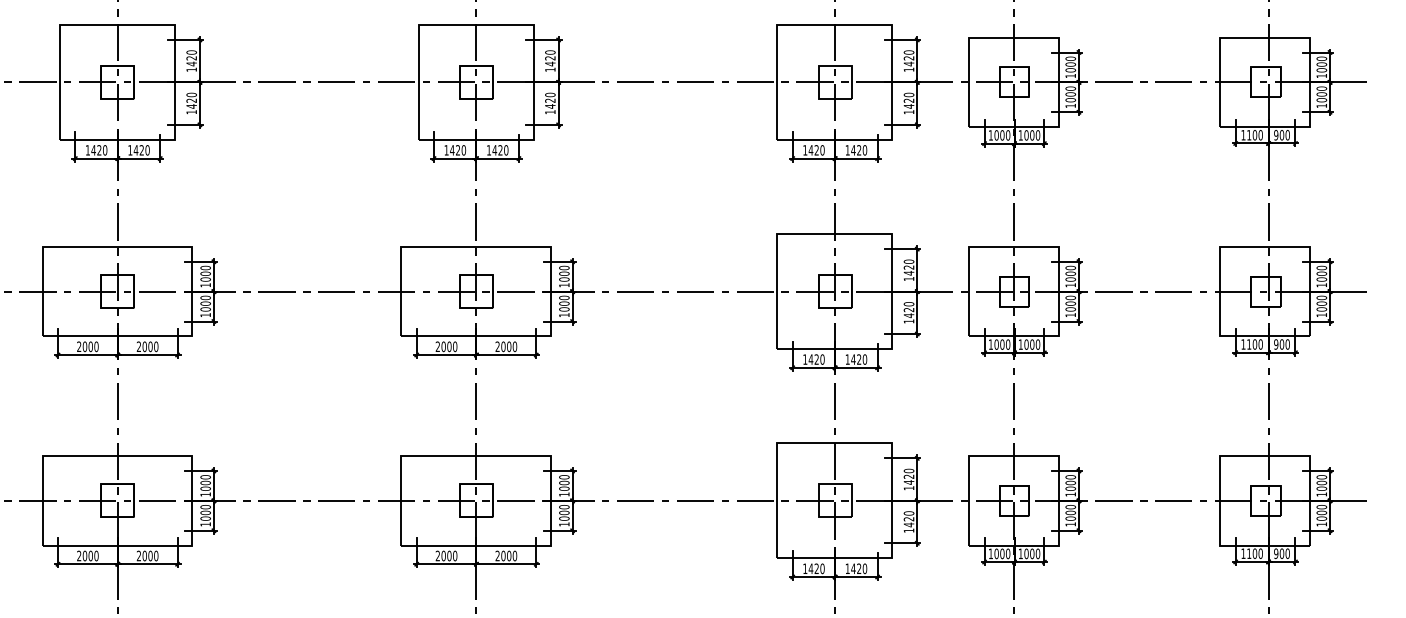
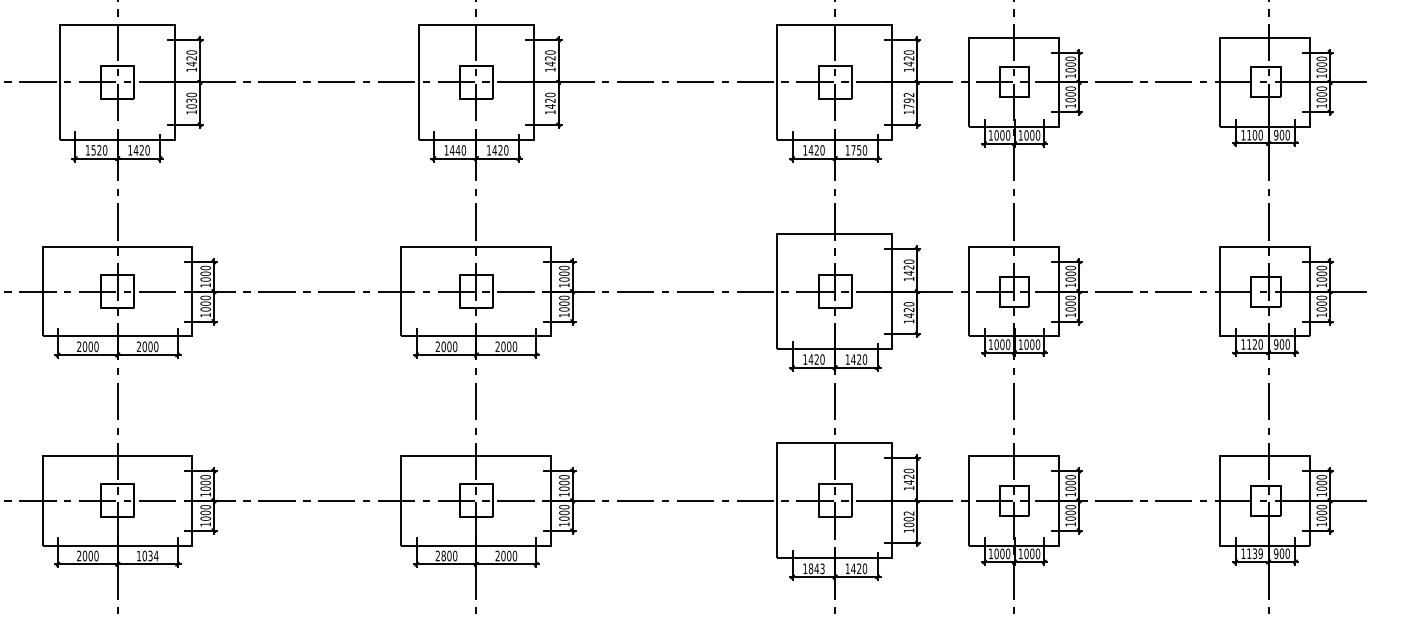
text at (908, 100): 1420 -> 1792
text at (191, 103): 1420 -> 1030
text at (93, 150): 1420 -> 1520
text at (457, 150): 1420 -> 1440
text at (856, 150): 1420 -> 1750
text at (1254, 344): 1100 -> 1120
text at (908, 519): 1420 -> 1002
text at (1257, 553): 1100 -> 1139
text at (147, 555): 2000 -> 1034
text at (443, 555): 2000 -> 2800
text at (816, 568): 1420 -> 1843
